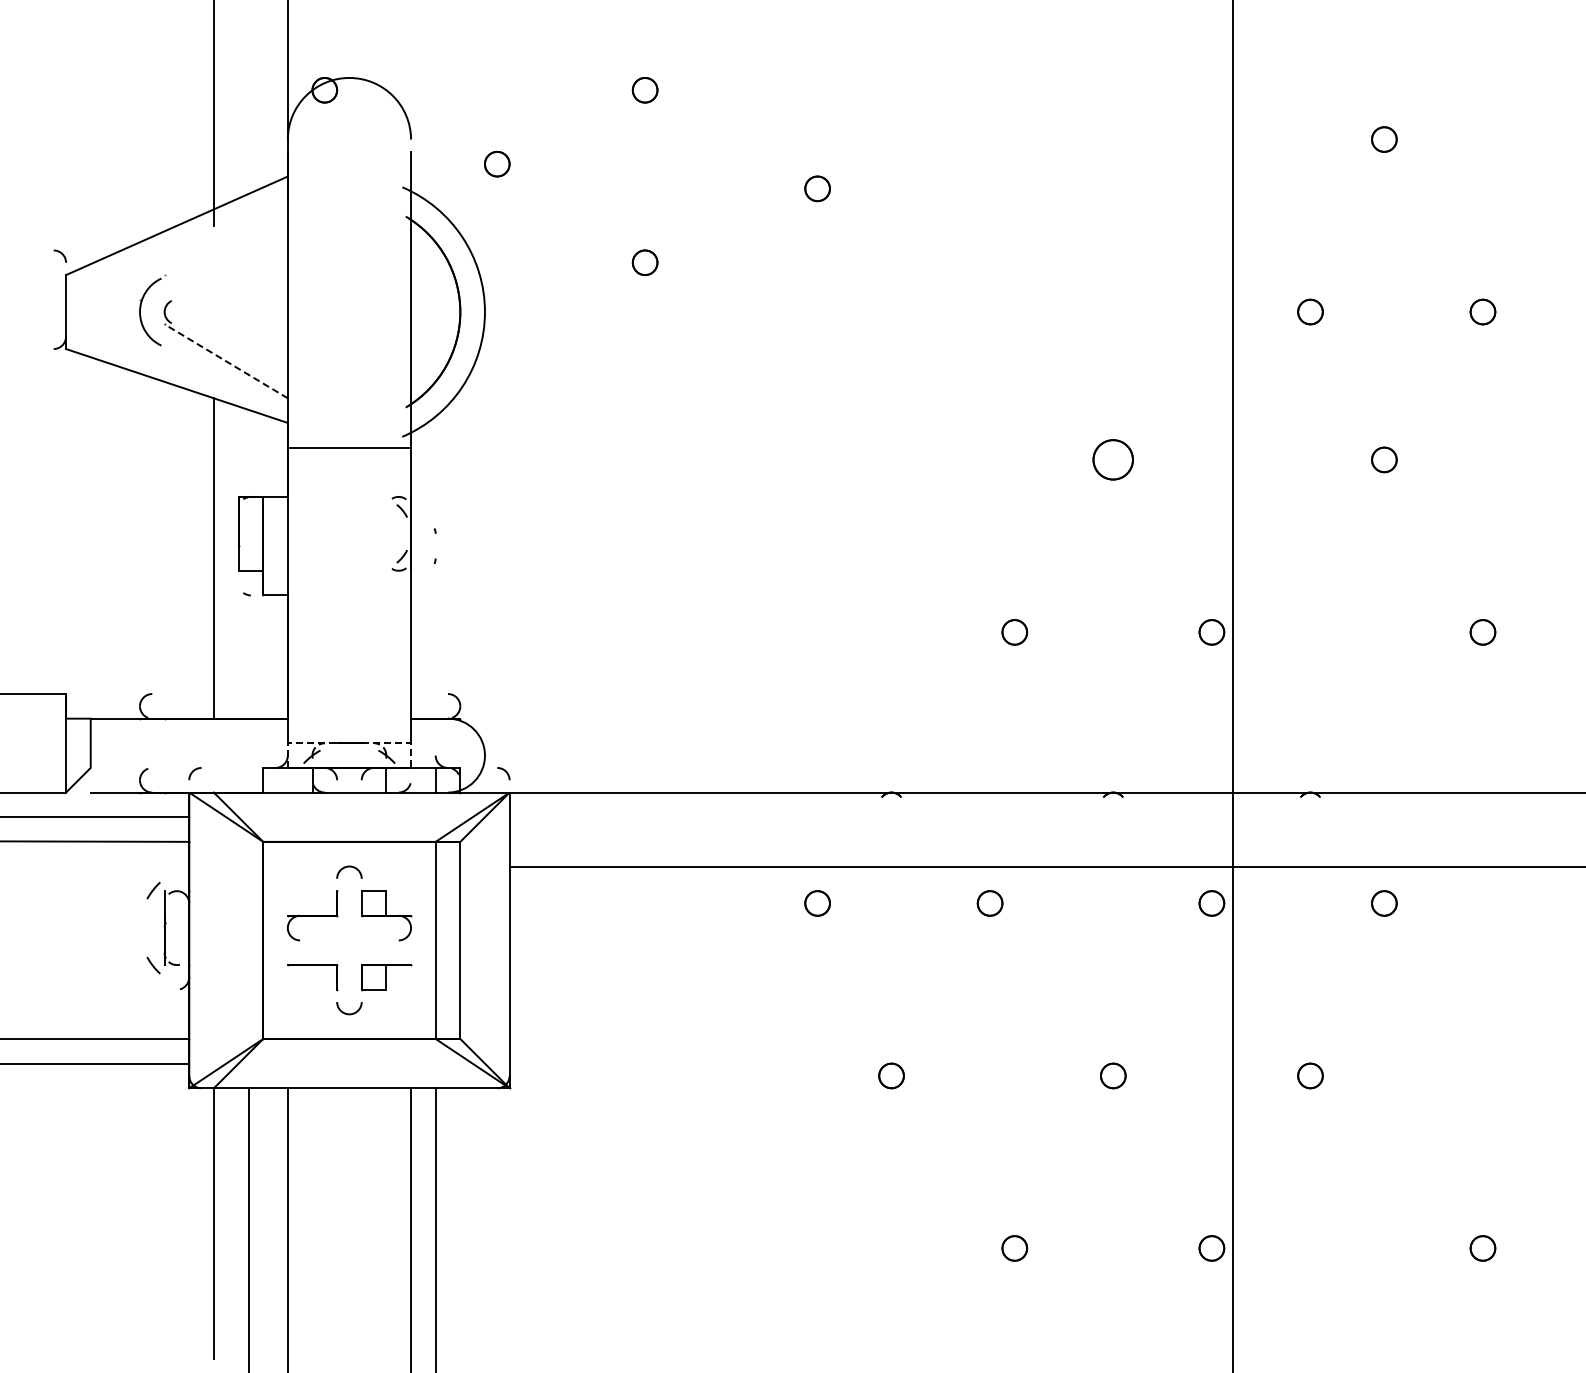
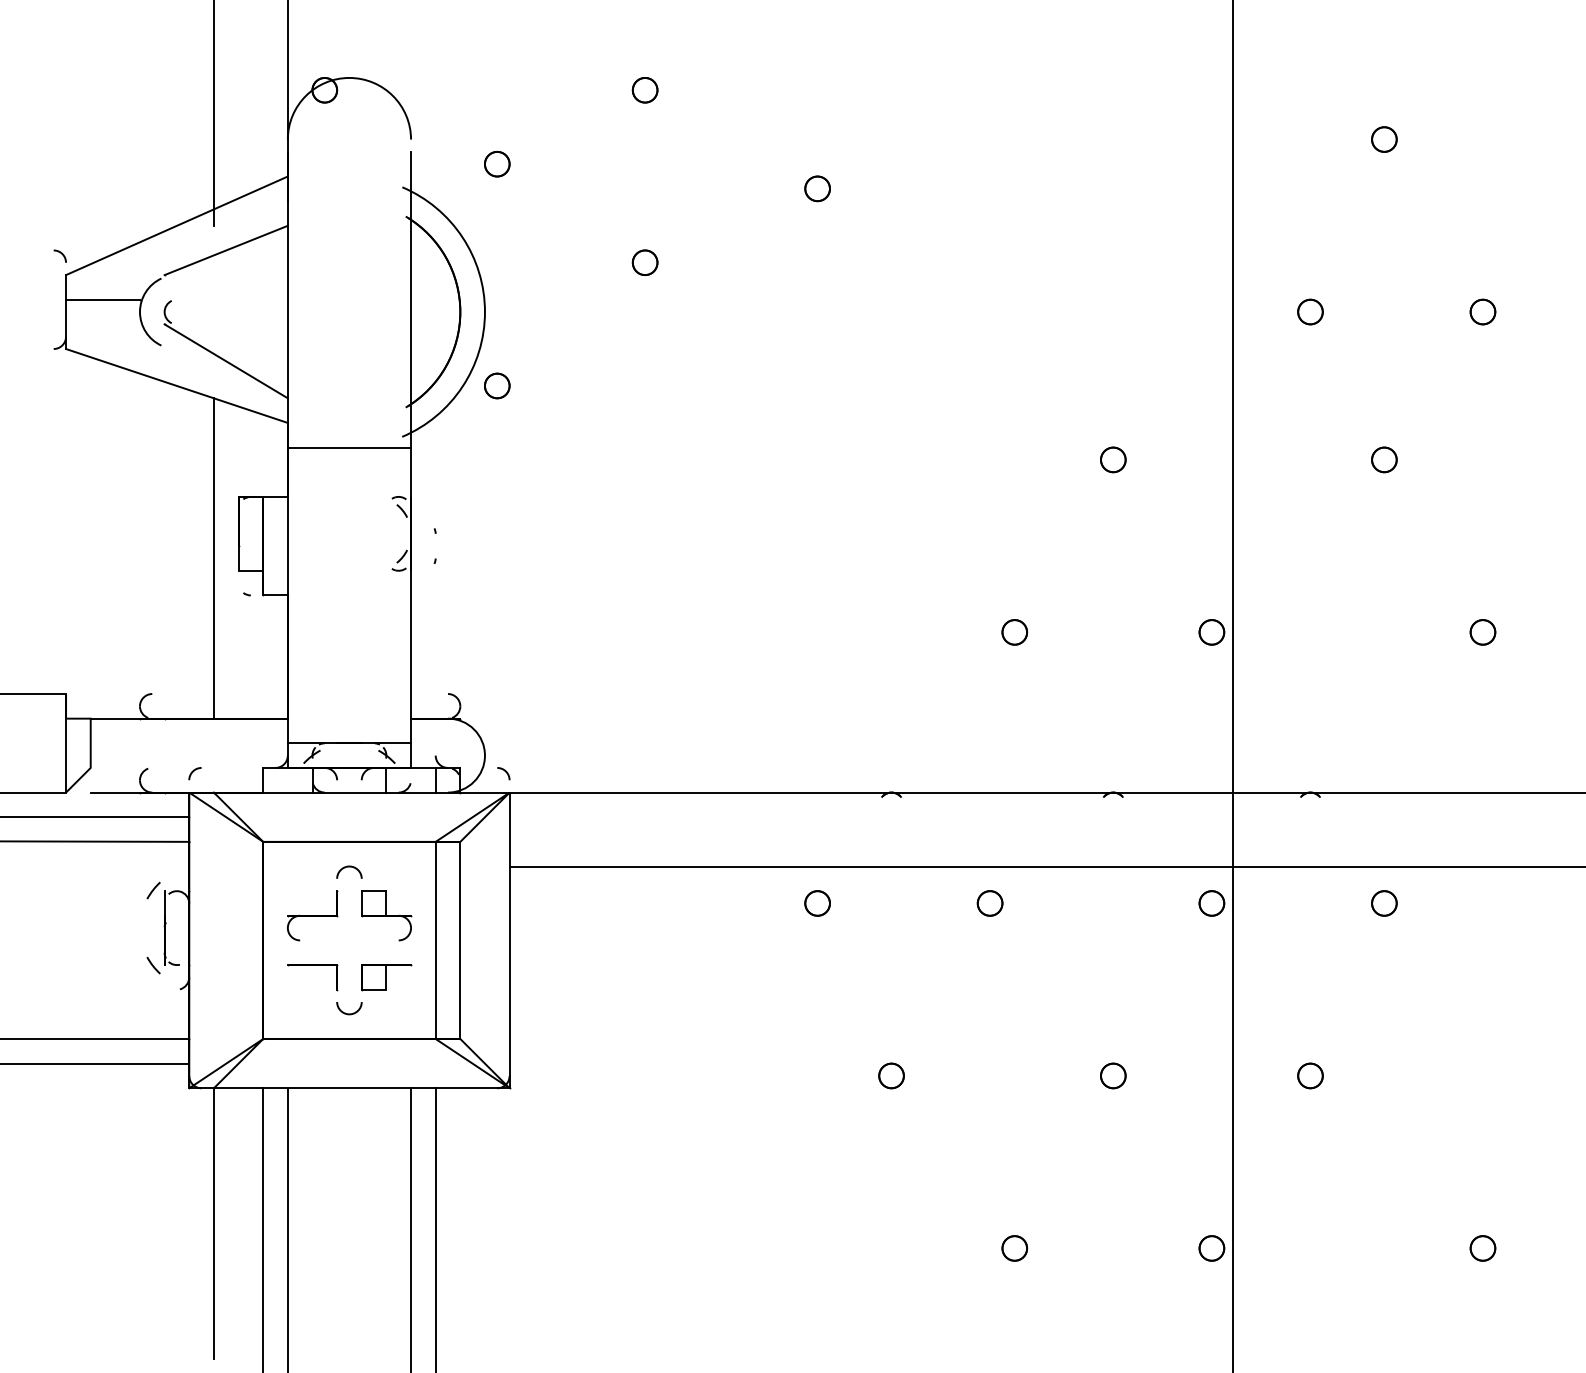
line at (225, 250): none -> present
line at (103, 299): none -> present
line at (226, 361): dashed -> solid
part at (497, 385): none -> present
part at (1112, 459) size: 42x42 px -> 27x28 px
line at (349, 743): dashed -> solid
line at (249, 1228) position: (249, 1228) -> (263, 1228)
